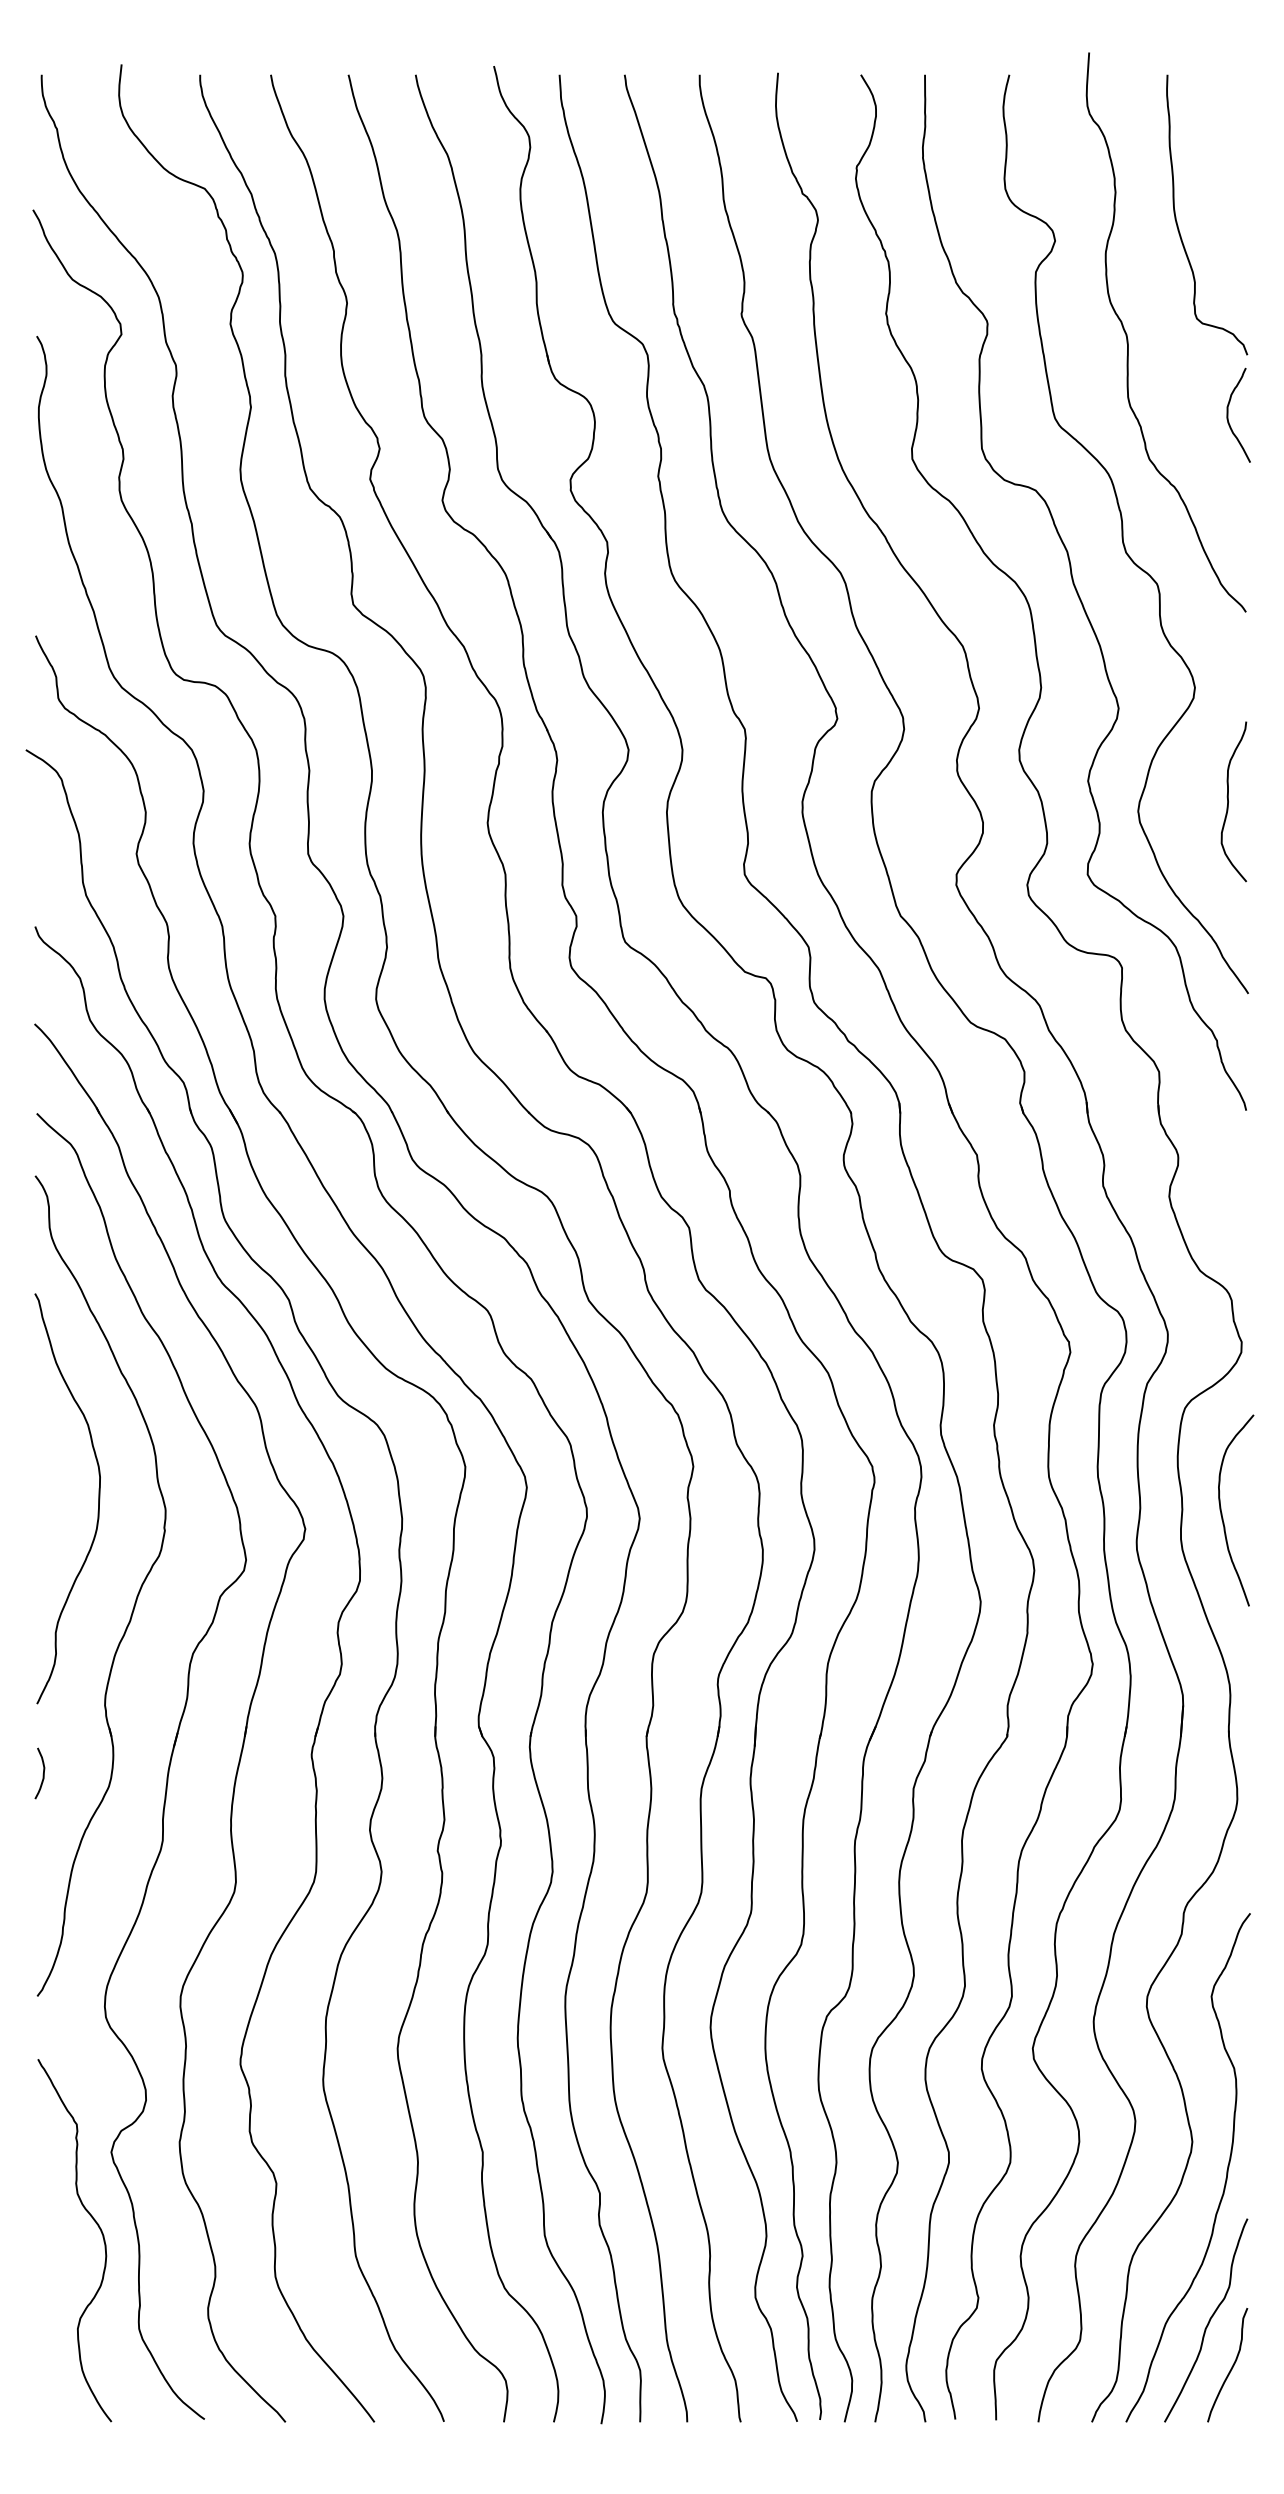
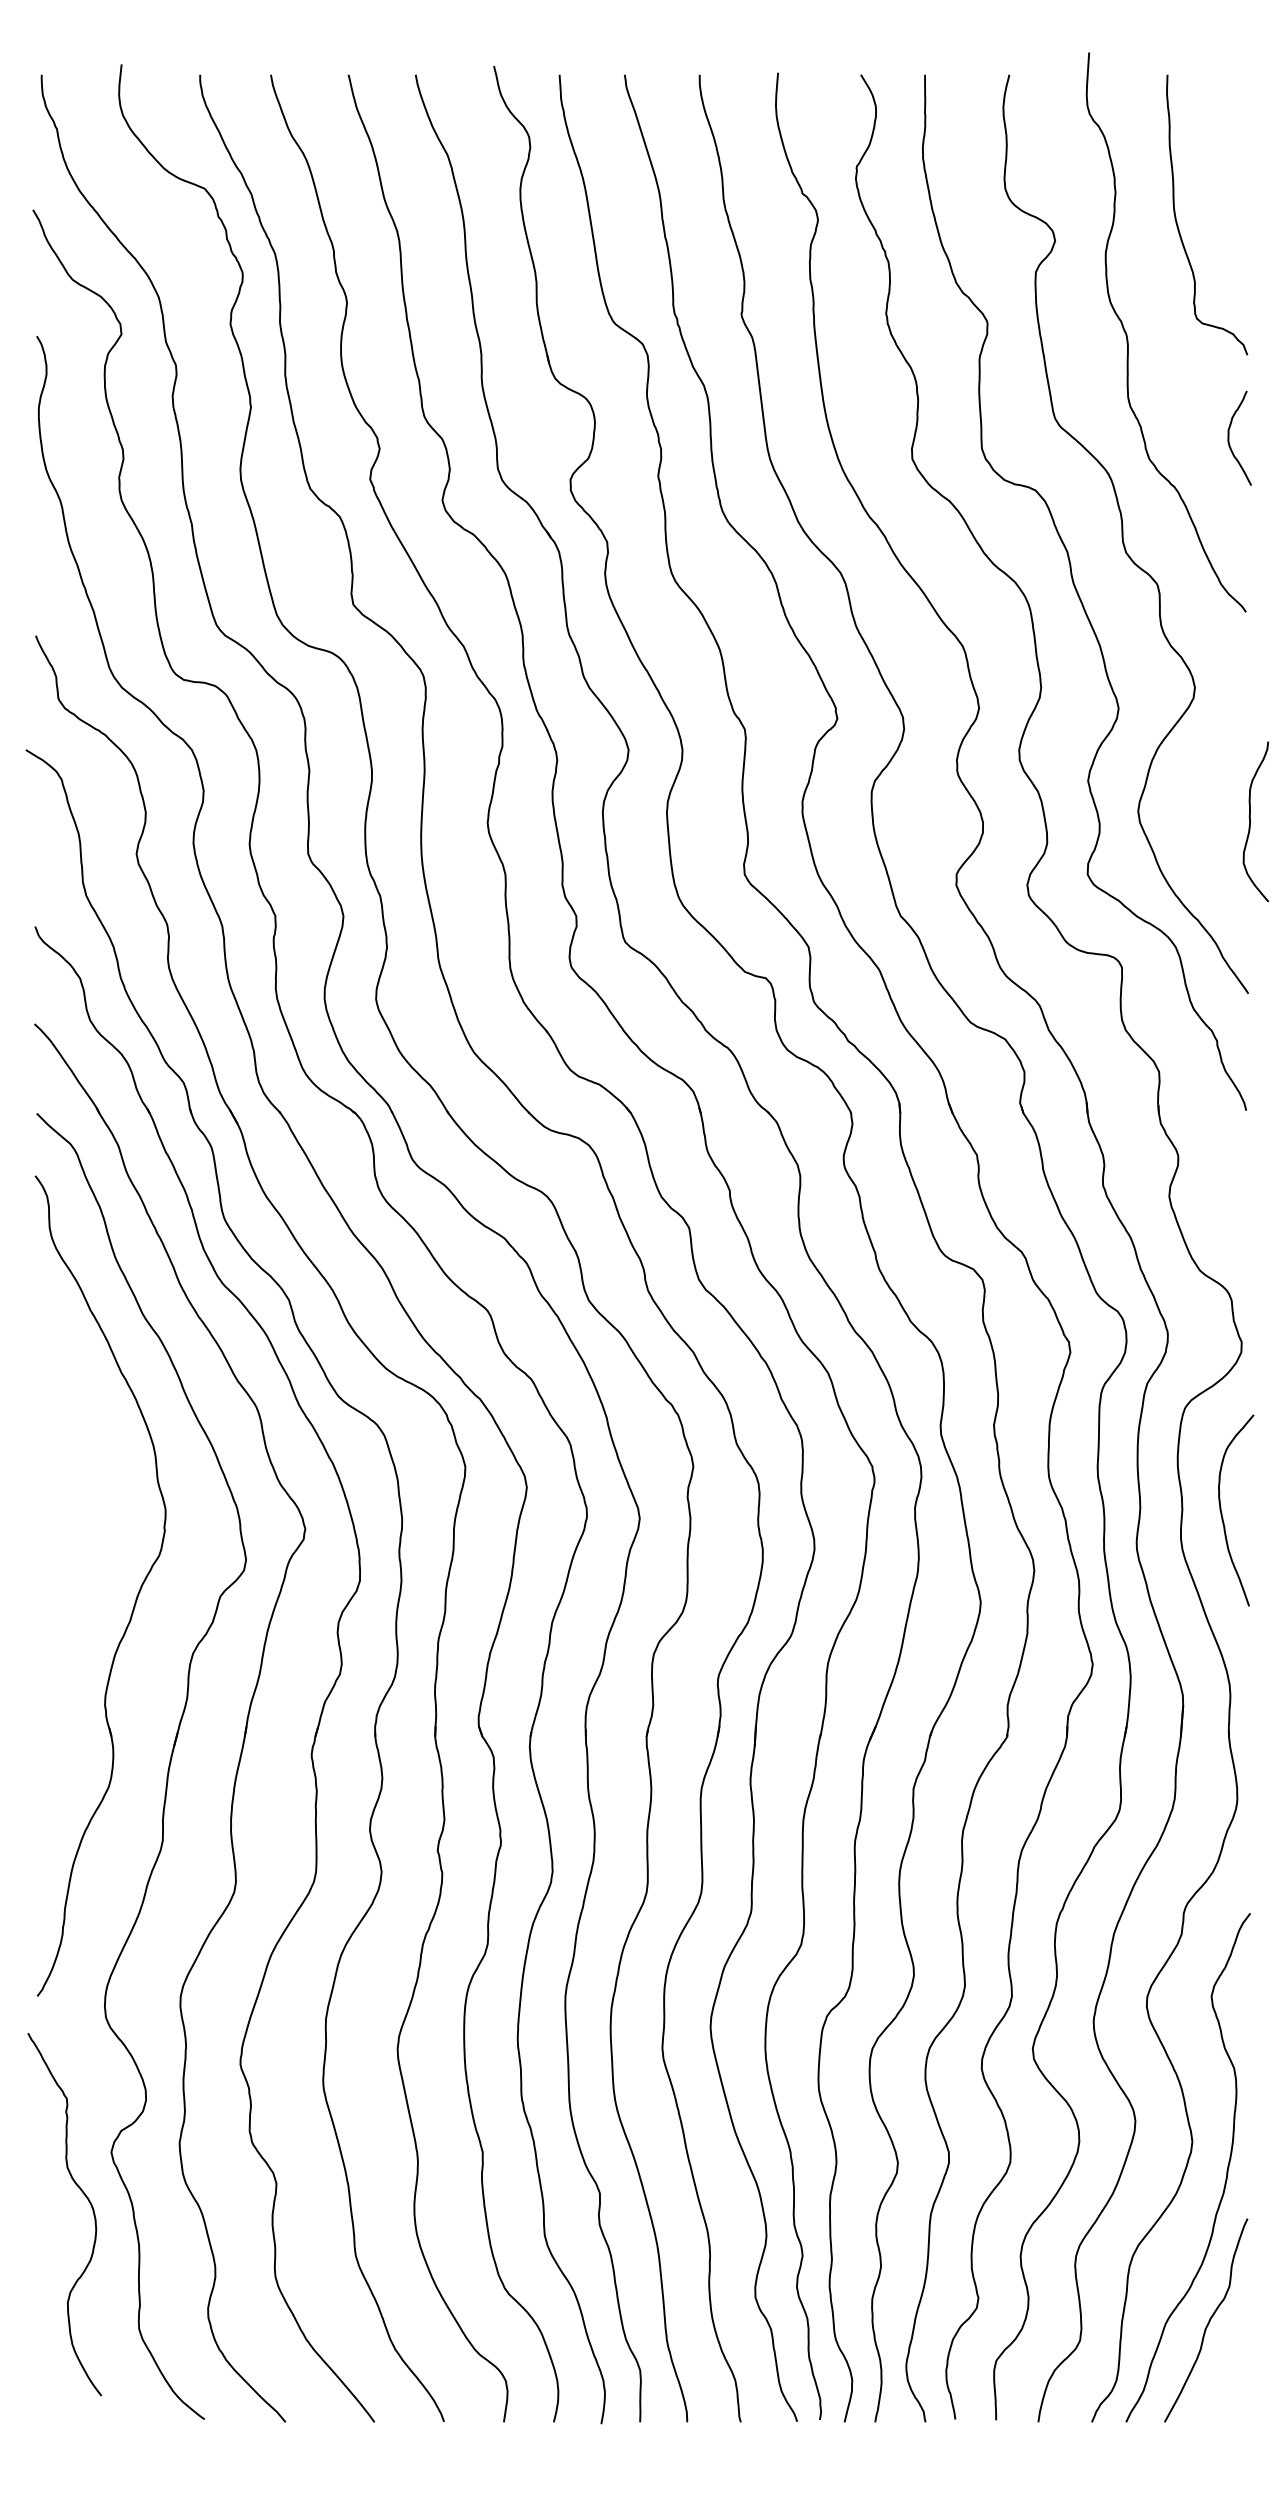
curve at (1228, 414) position: (1228, 414) -> (1229, 437)
curve at (1228, 801) position: (1228, 801) -> (1250, 821)
curve at (98, 1498): present -> none
curve at (42, 1774): present -> none
curve at (95, 2223) position: (95, 2223) -> (85, 2197)
curve at (1231, 2366): present -> none
